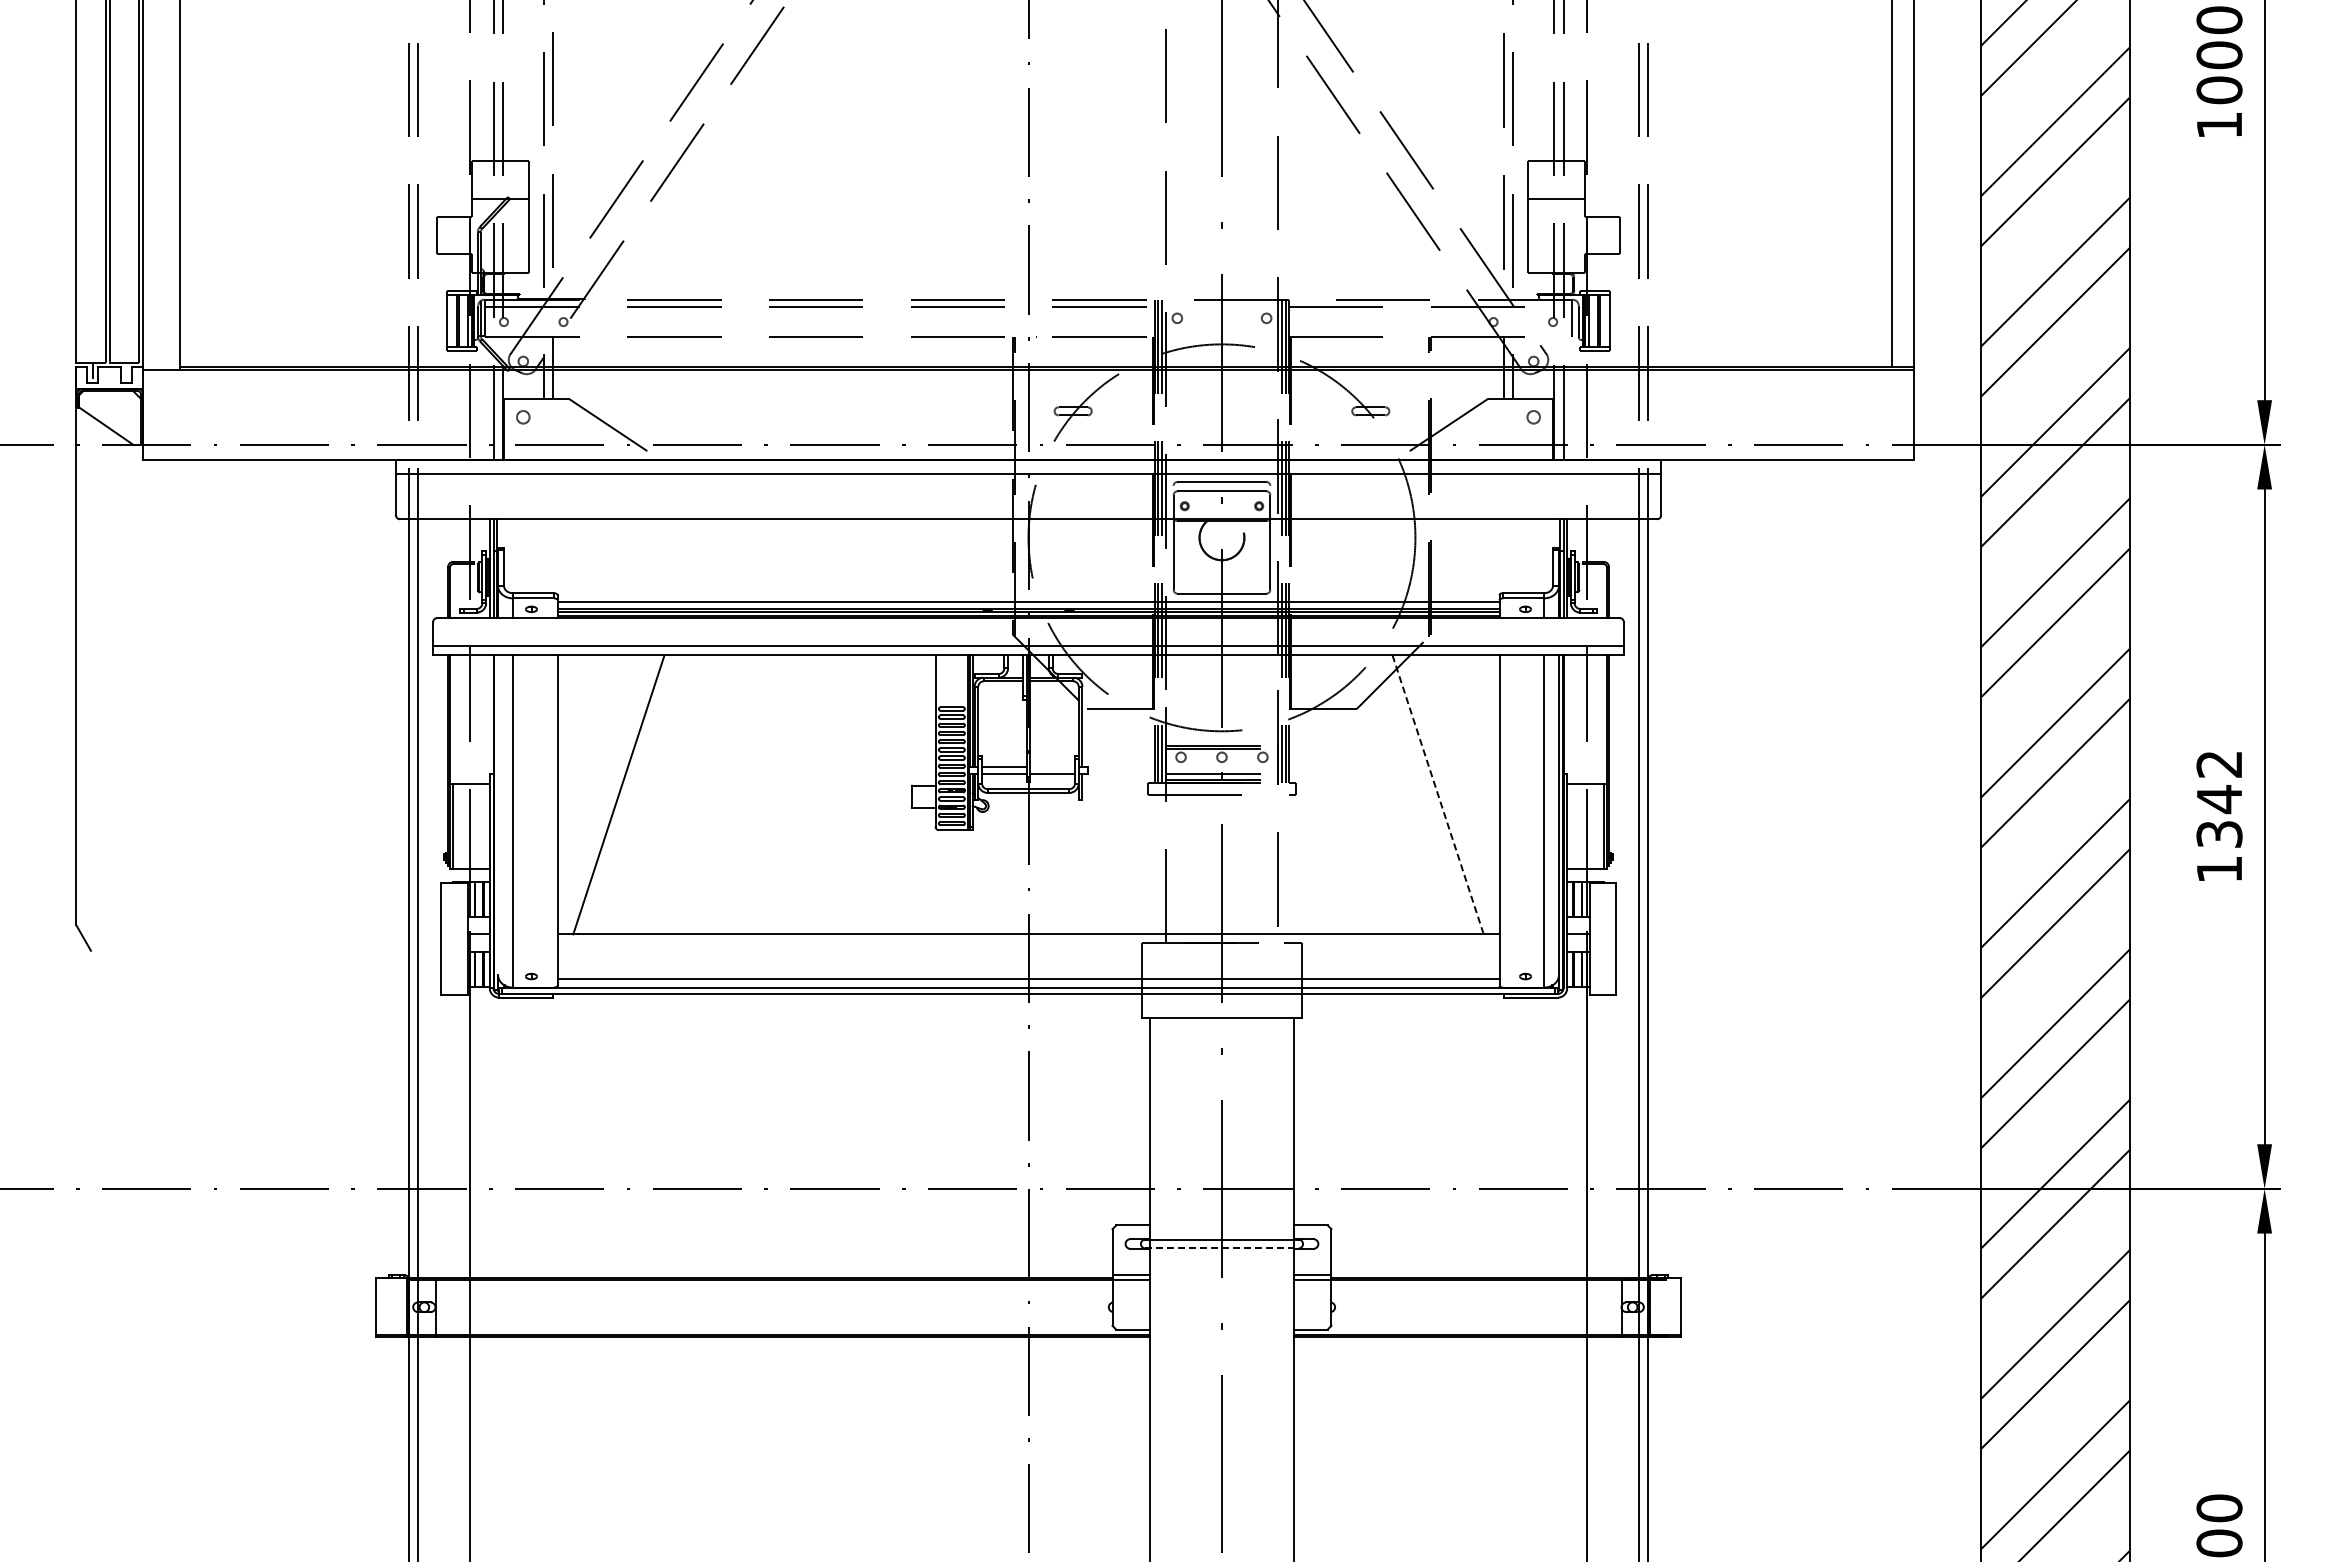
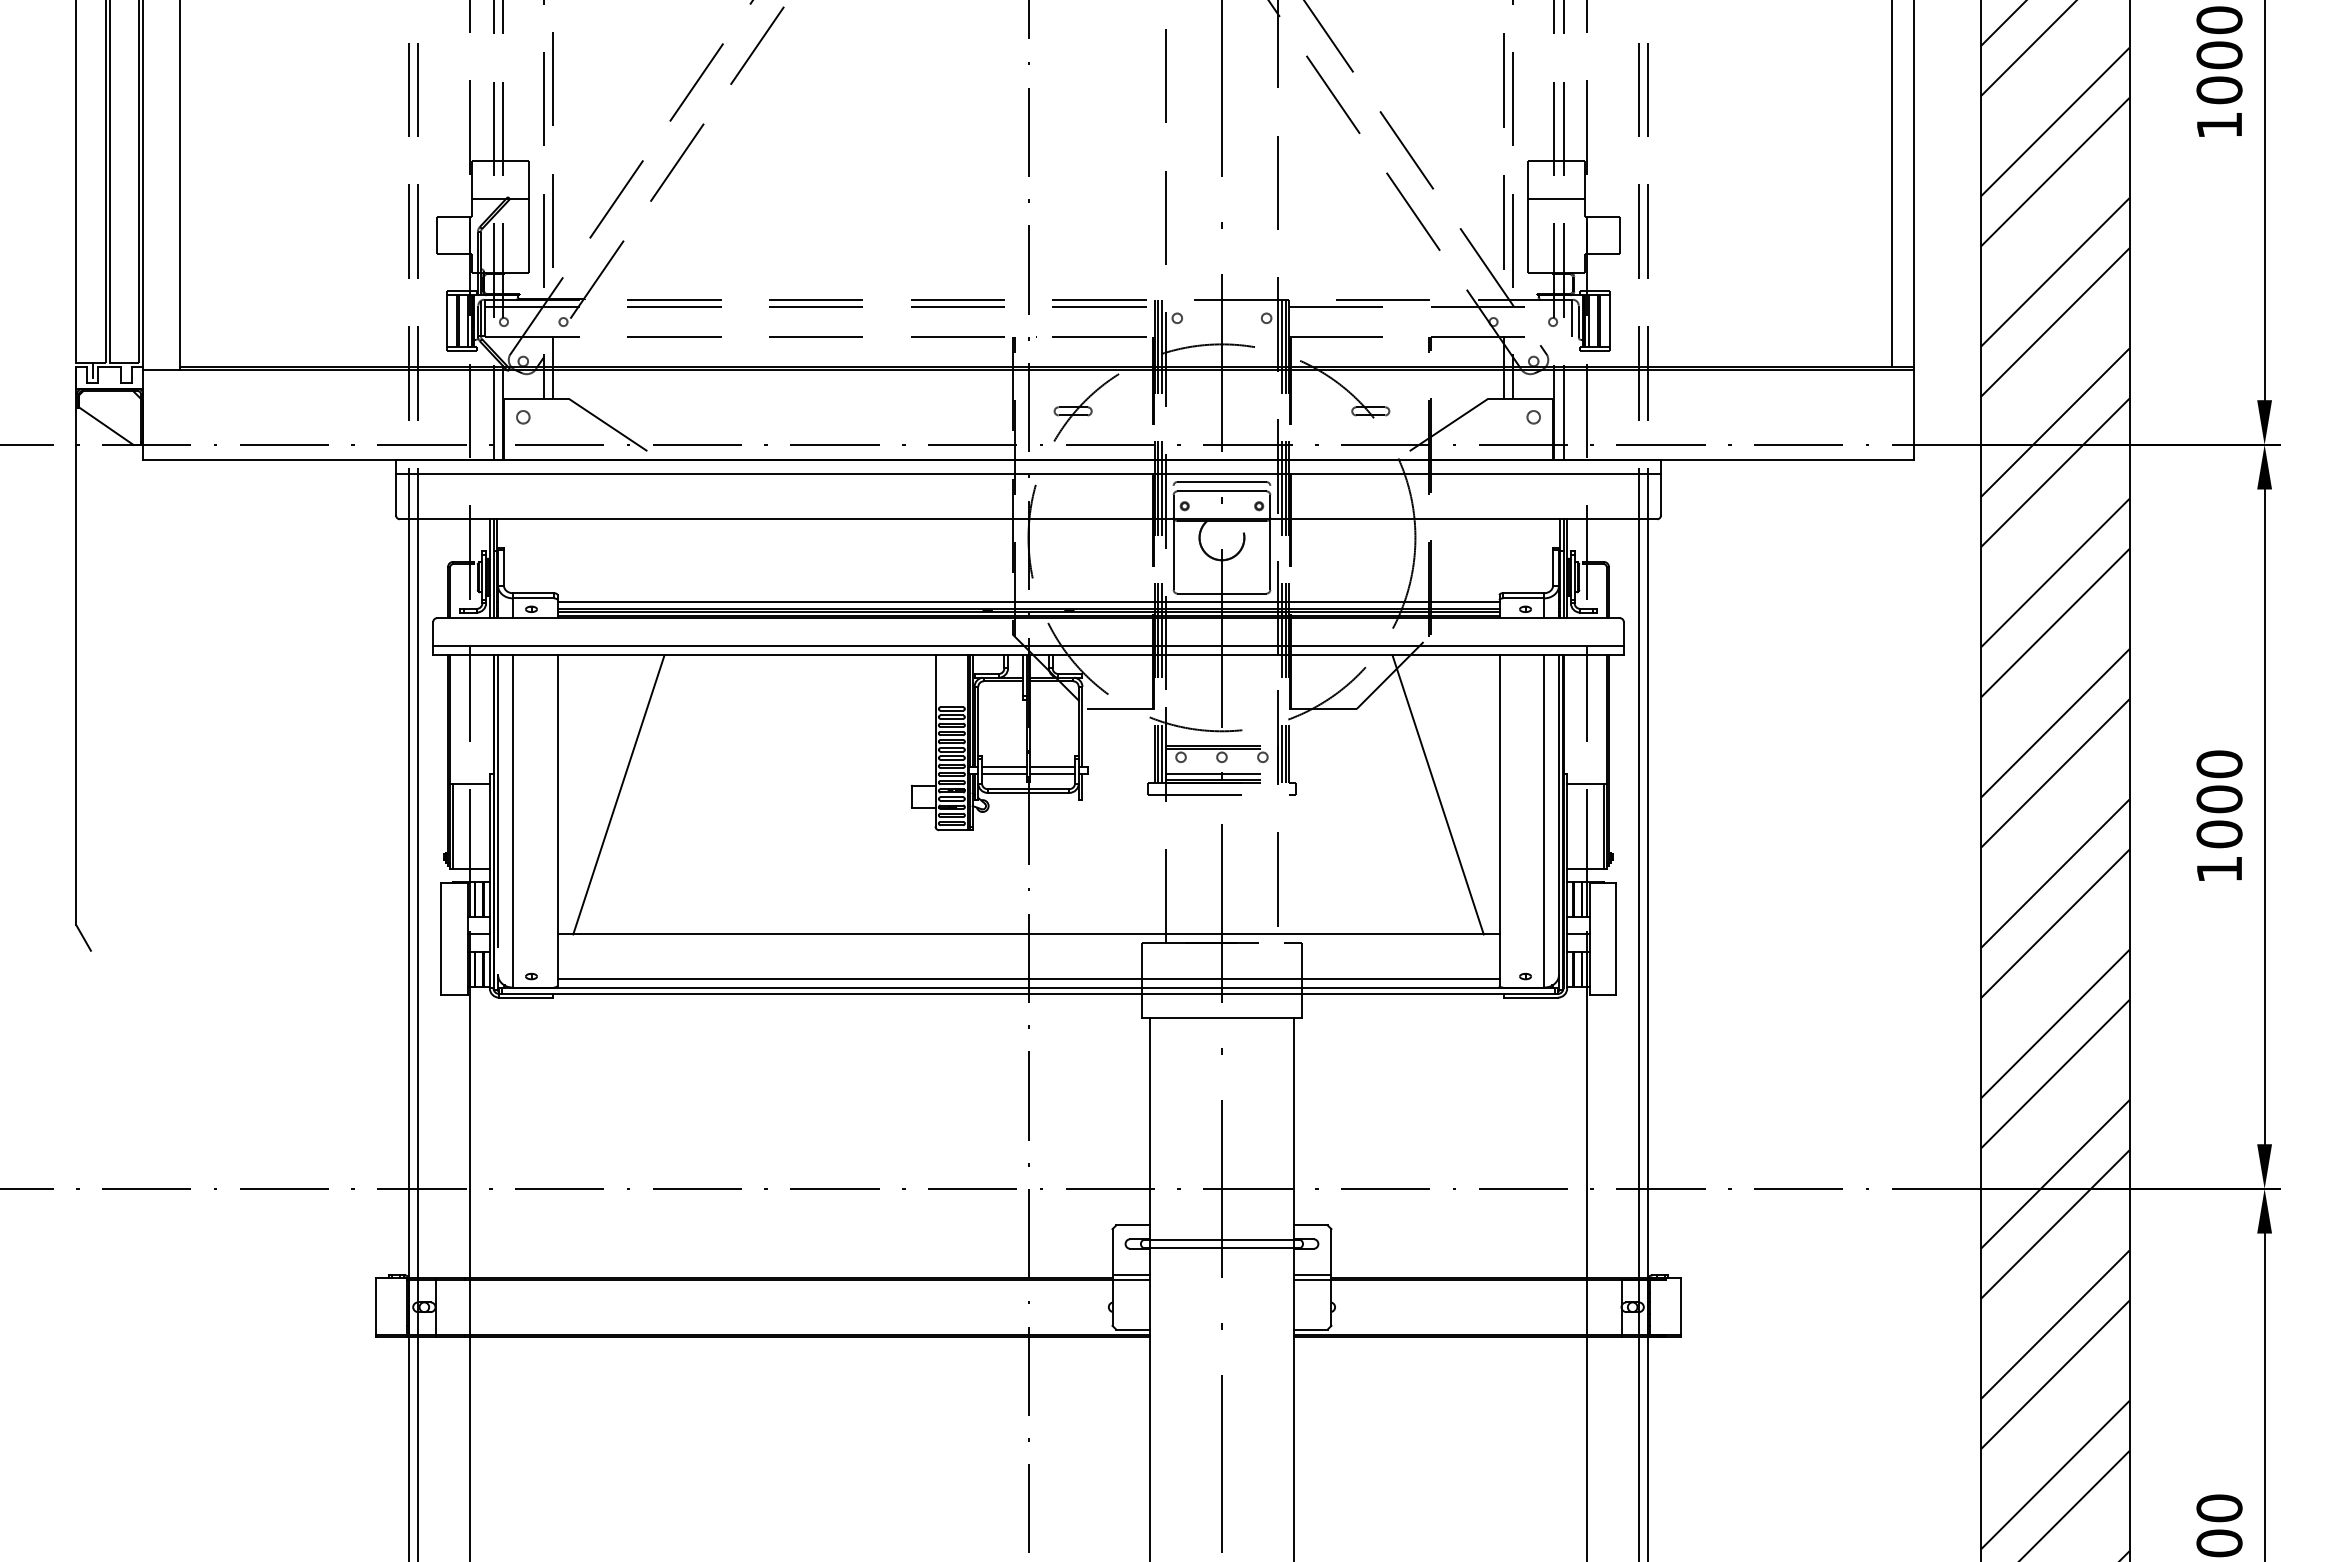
line at (1052, 766): none -> present
line at (1438, 794): dashed -> solid
text at (2219, 799): 1342 -> 1000
line at (498, 801): none -> present
line at (1221, 1248): dashed -> solid
